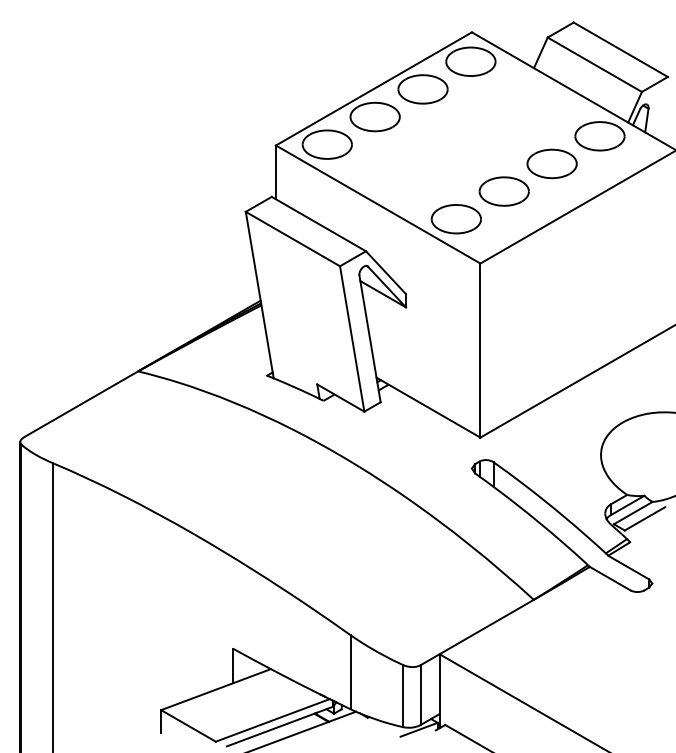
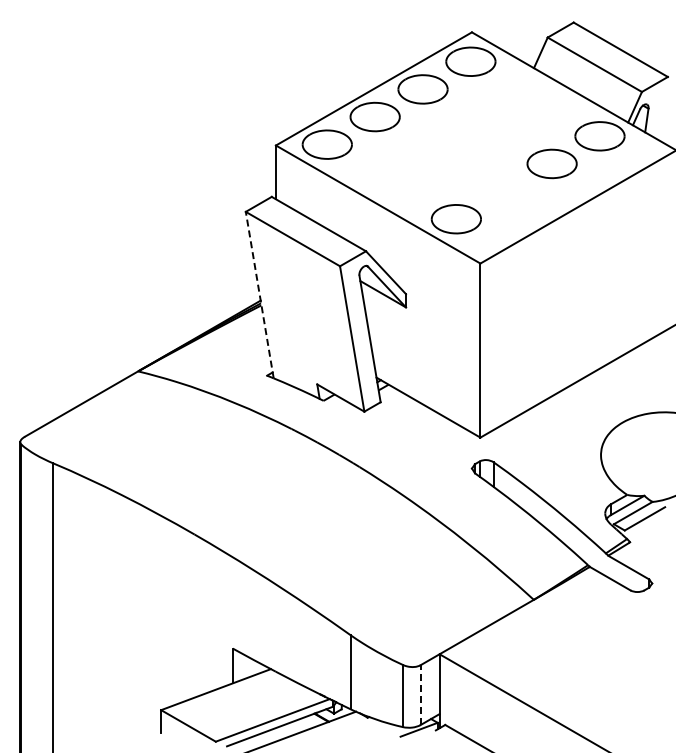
part at (503, 191): present -> none
line at (259, 294): solid -> dashed
line at (420, 695): solid -> dashed
